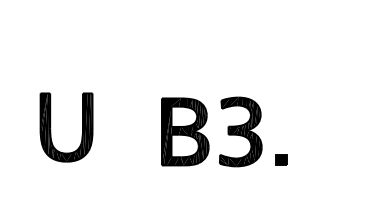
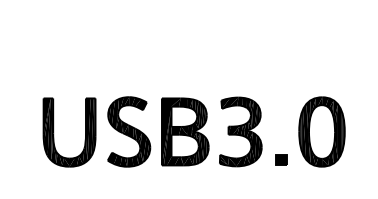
part at (51, 127) position: (51, 127) -> (54, 132)
part at (129, 131): none -> present
part at (321, 131): none -> present
